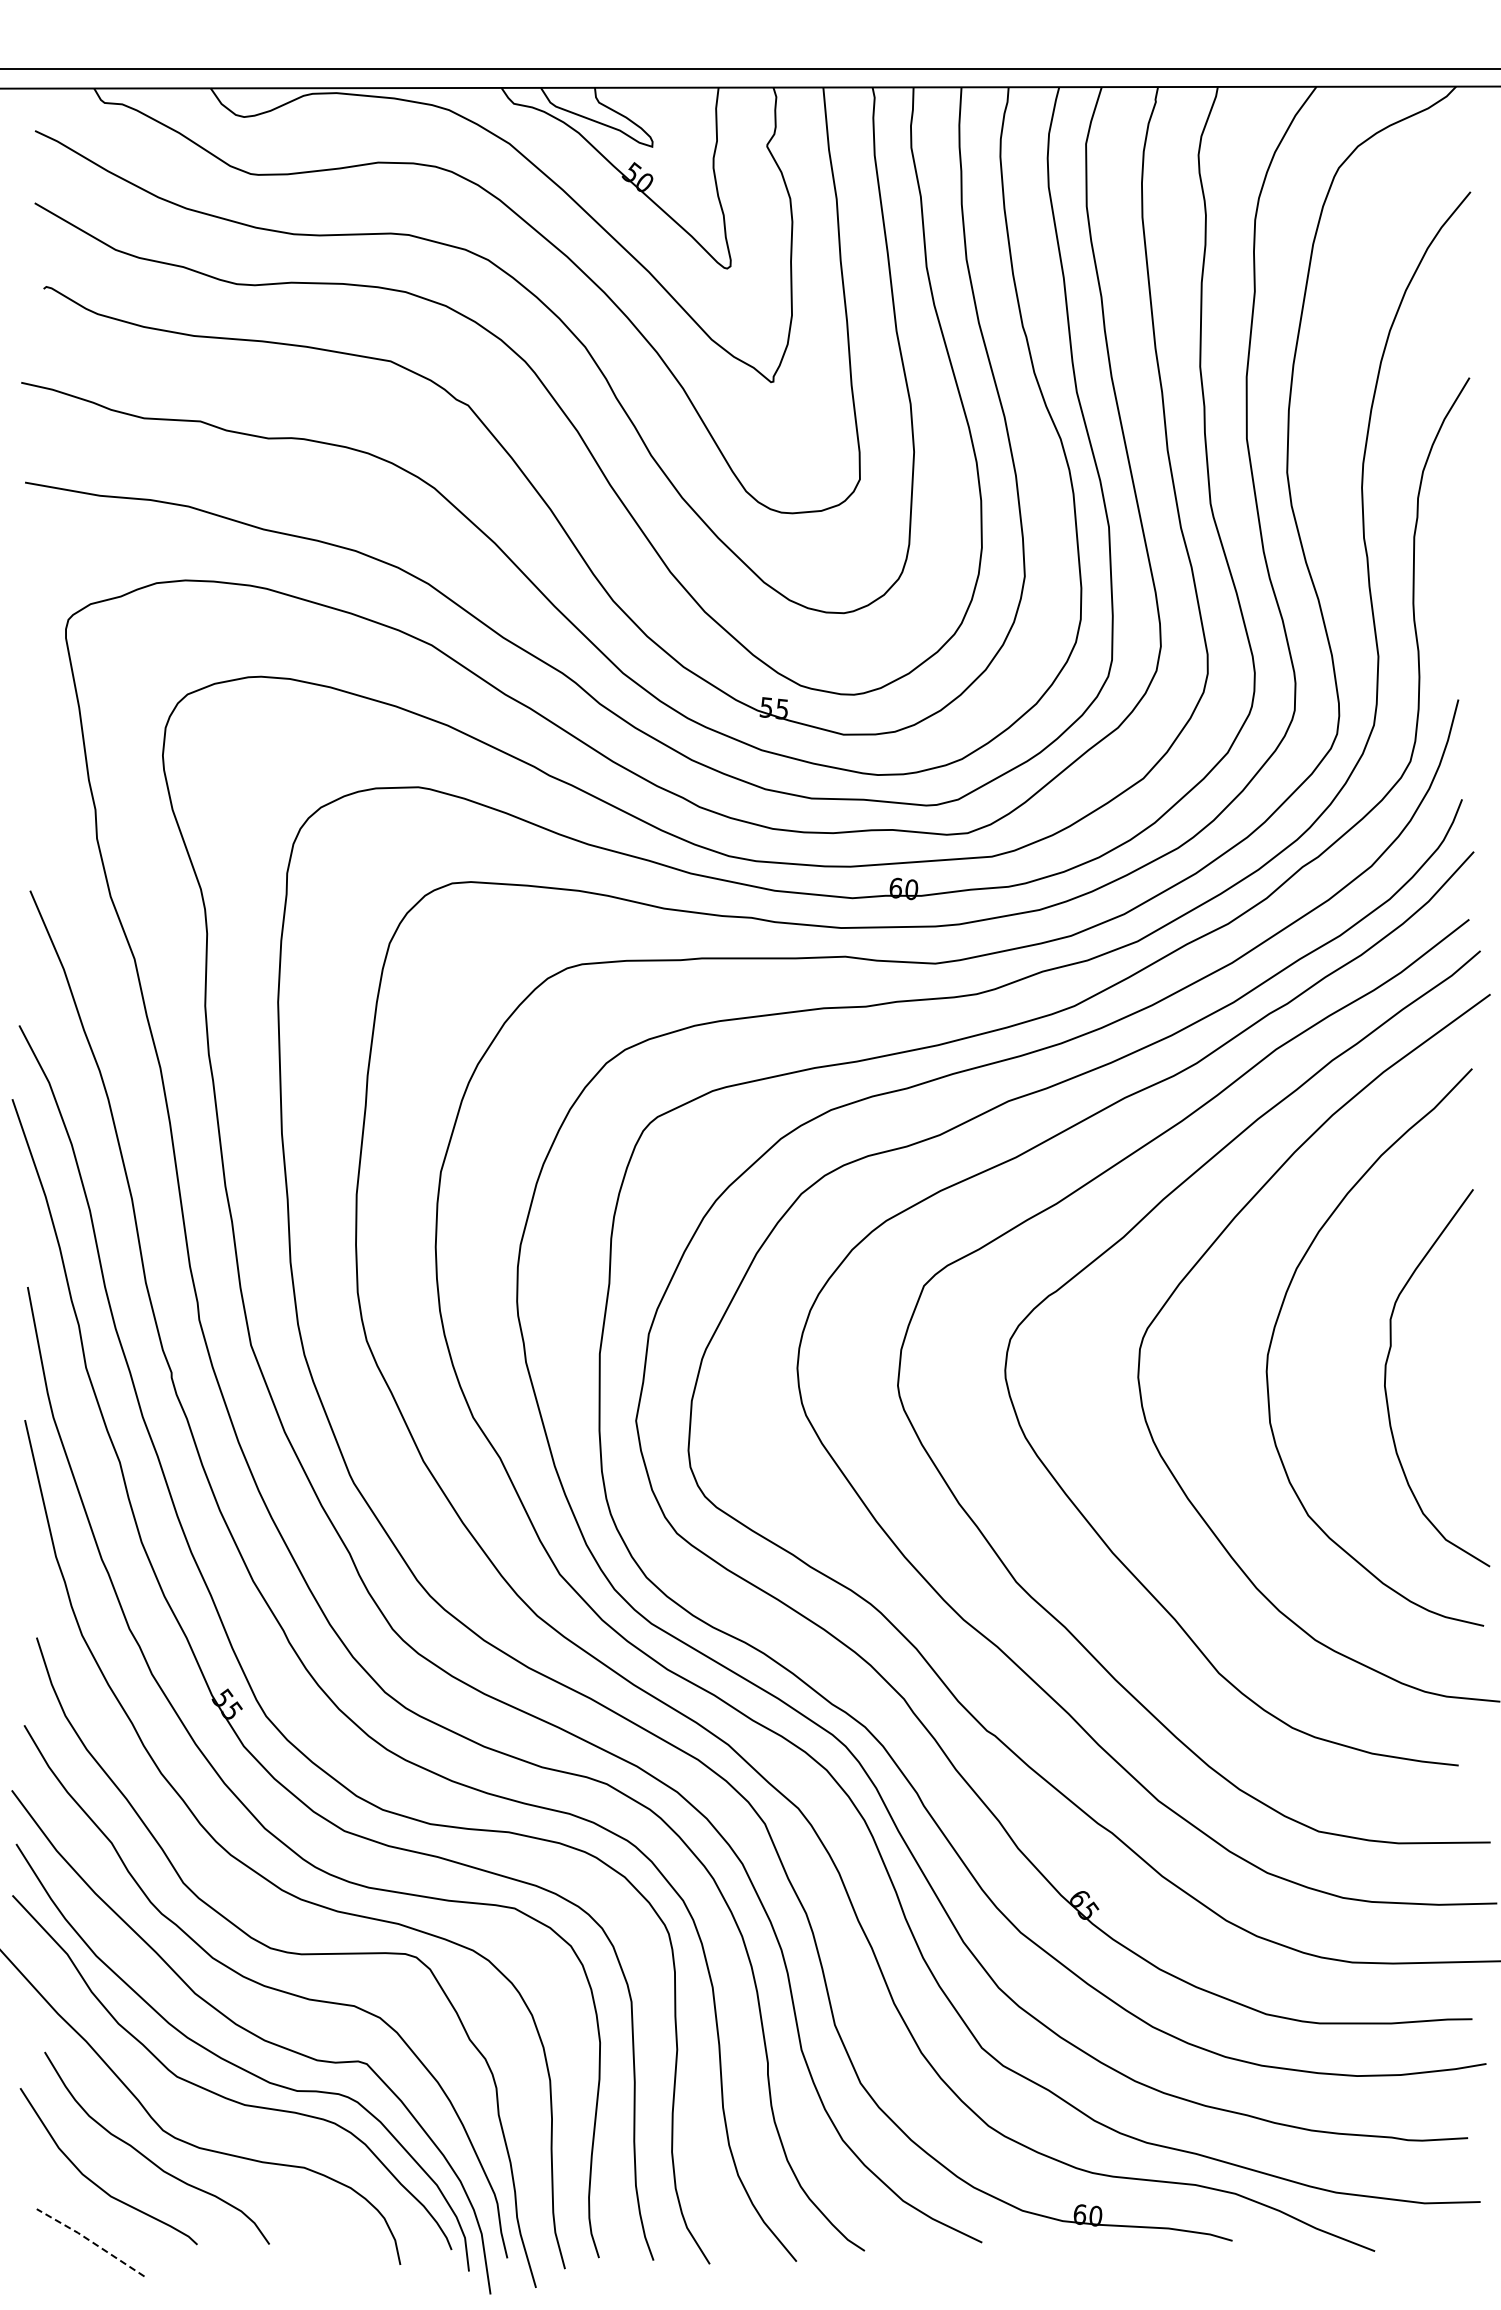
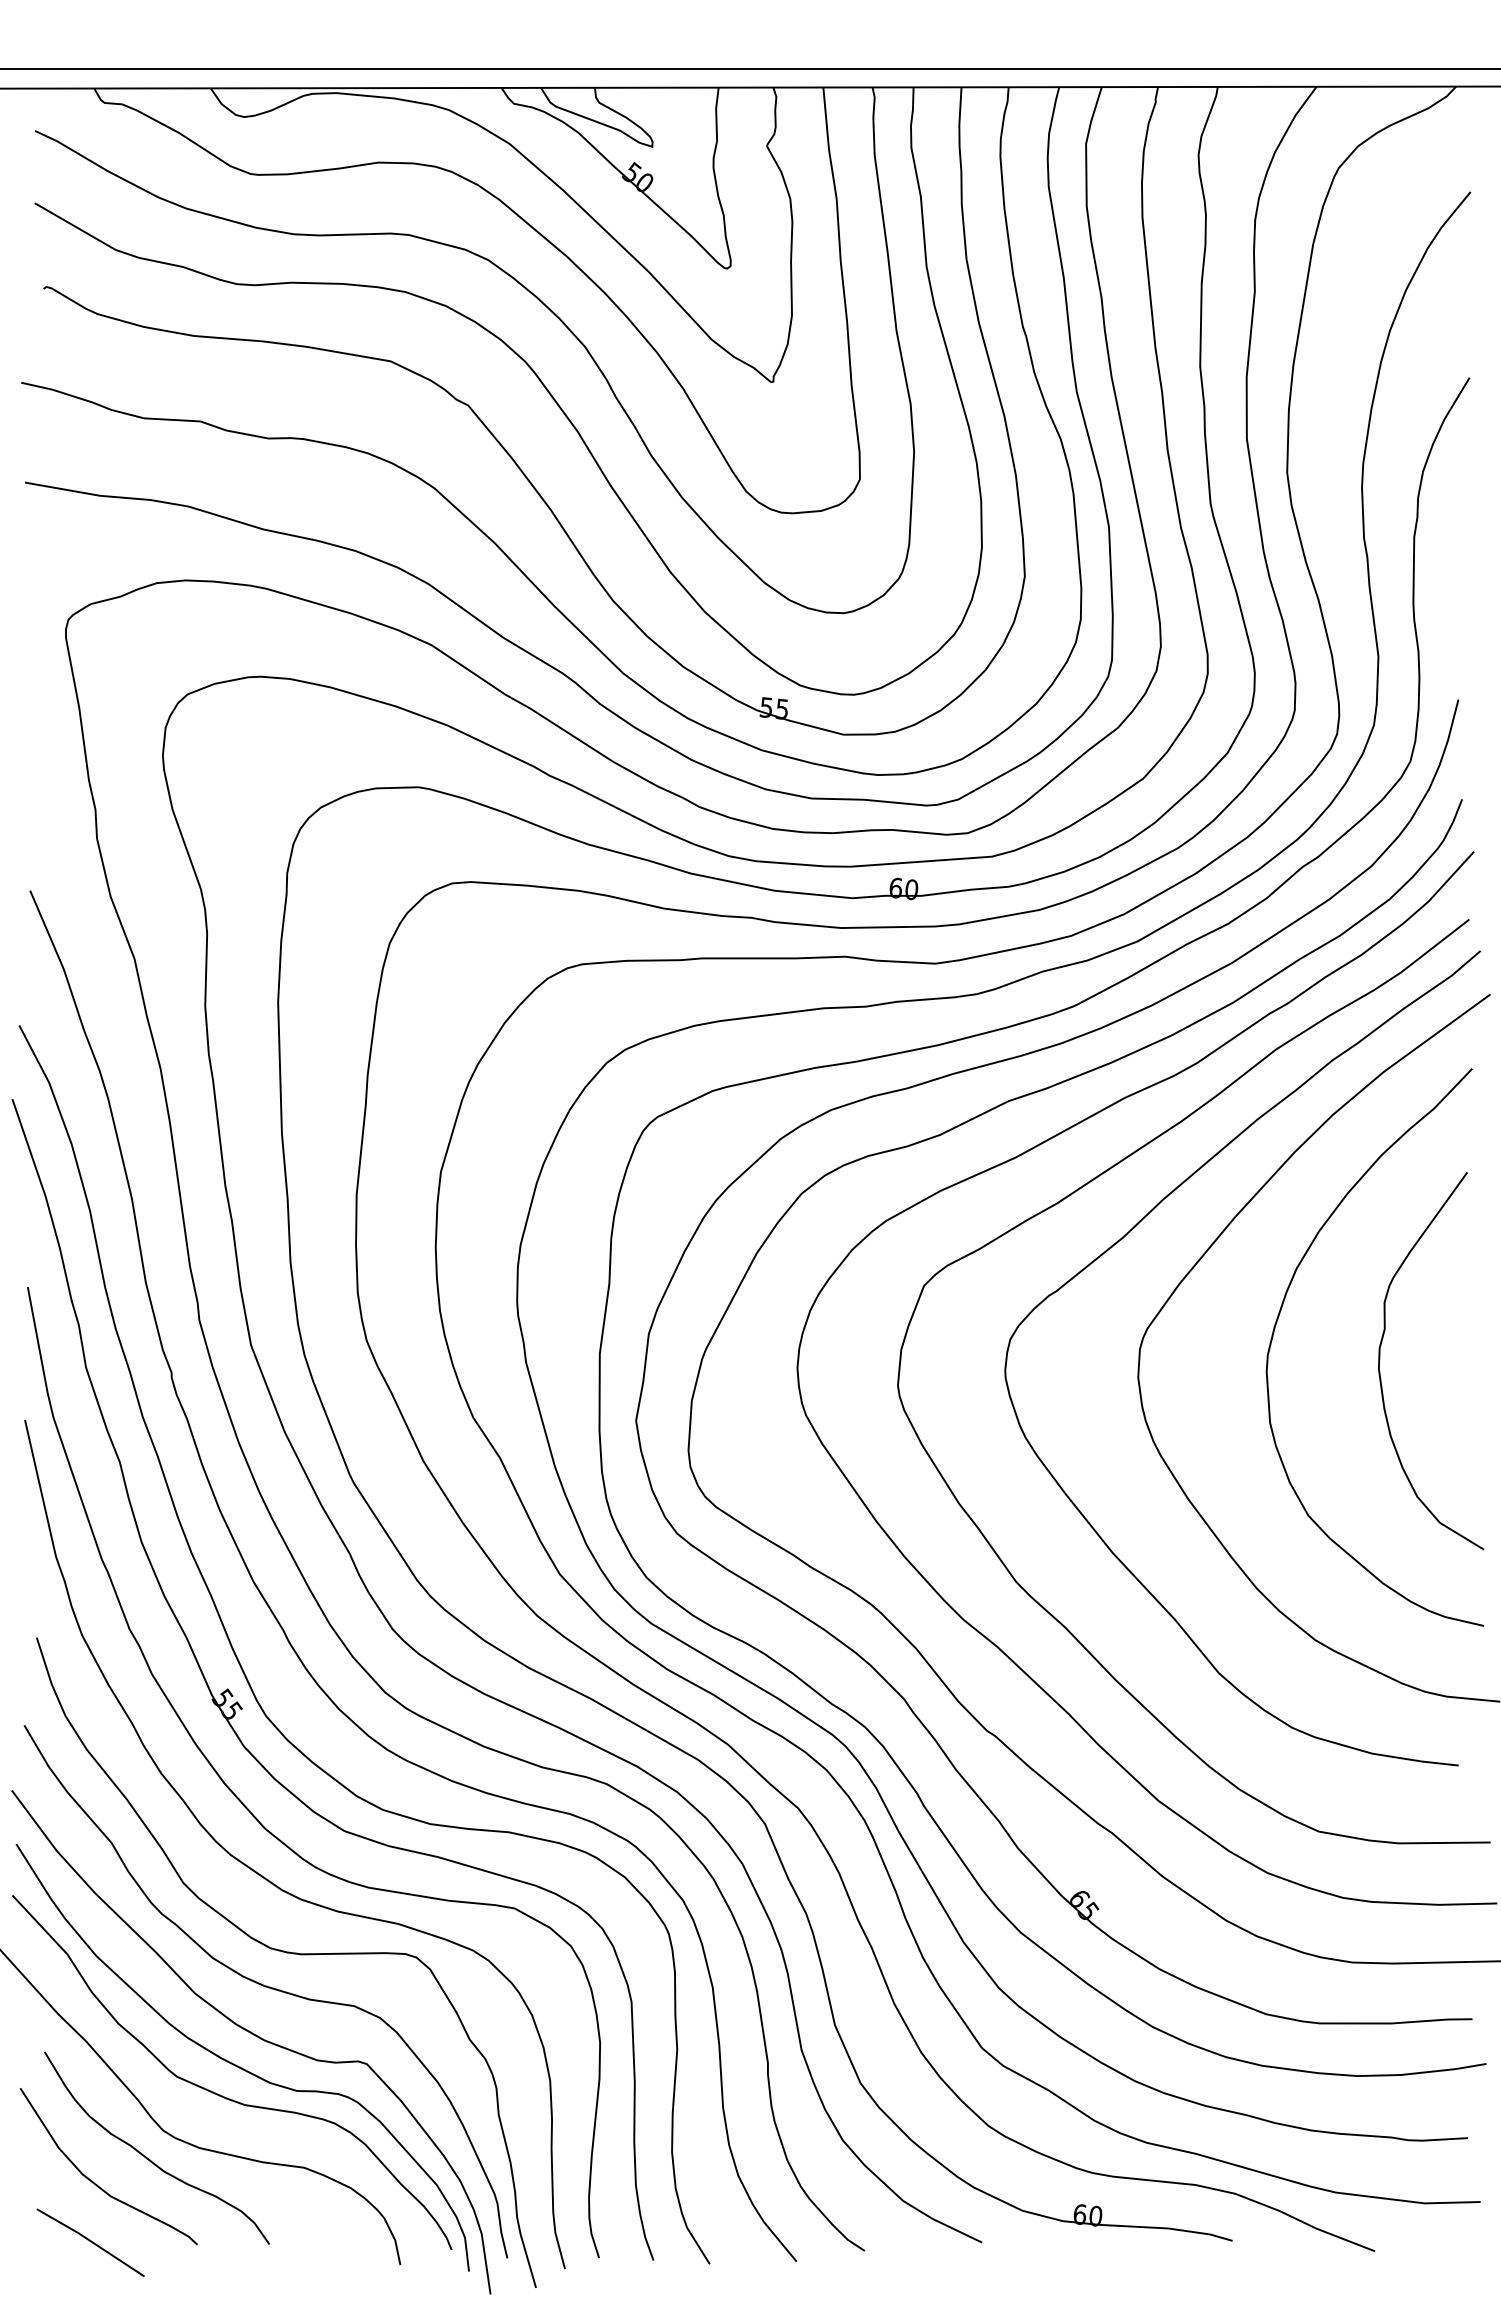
curve at (1386, 1378) position: (1386, 1378) -> (1380, 1361)
line at (90, 2241): dashed -> solid
